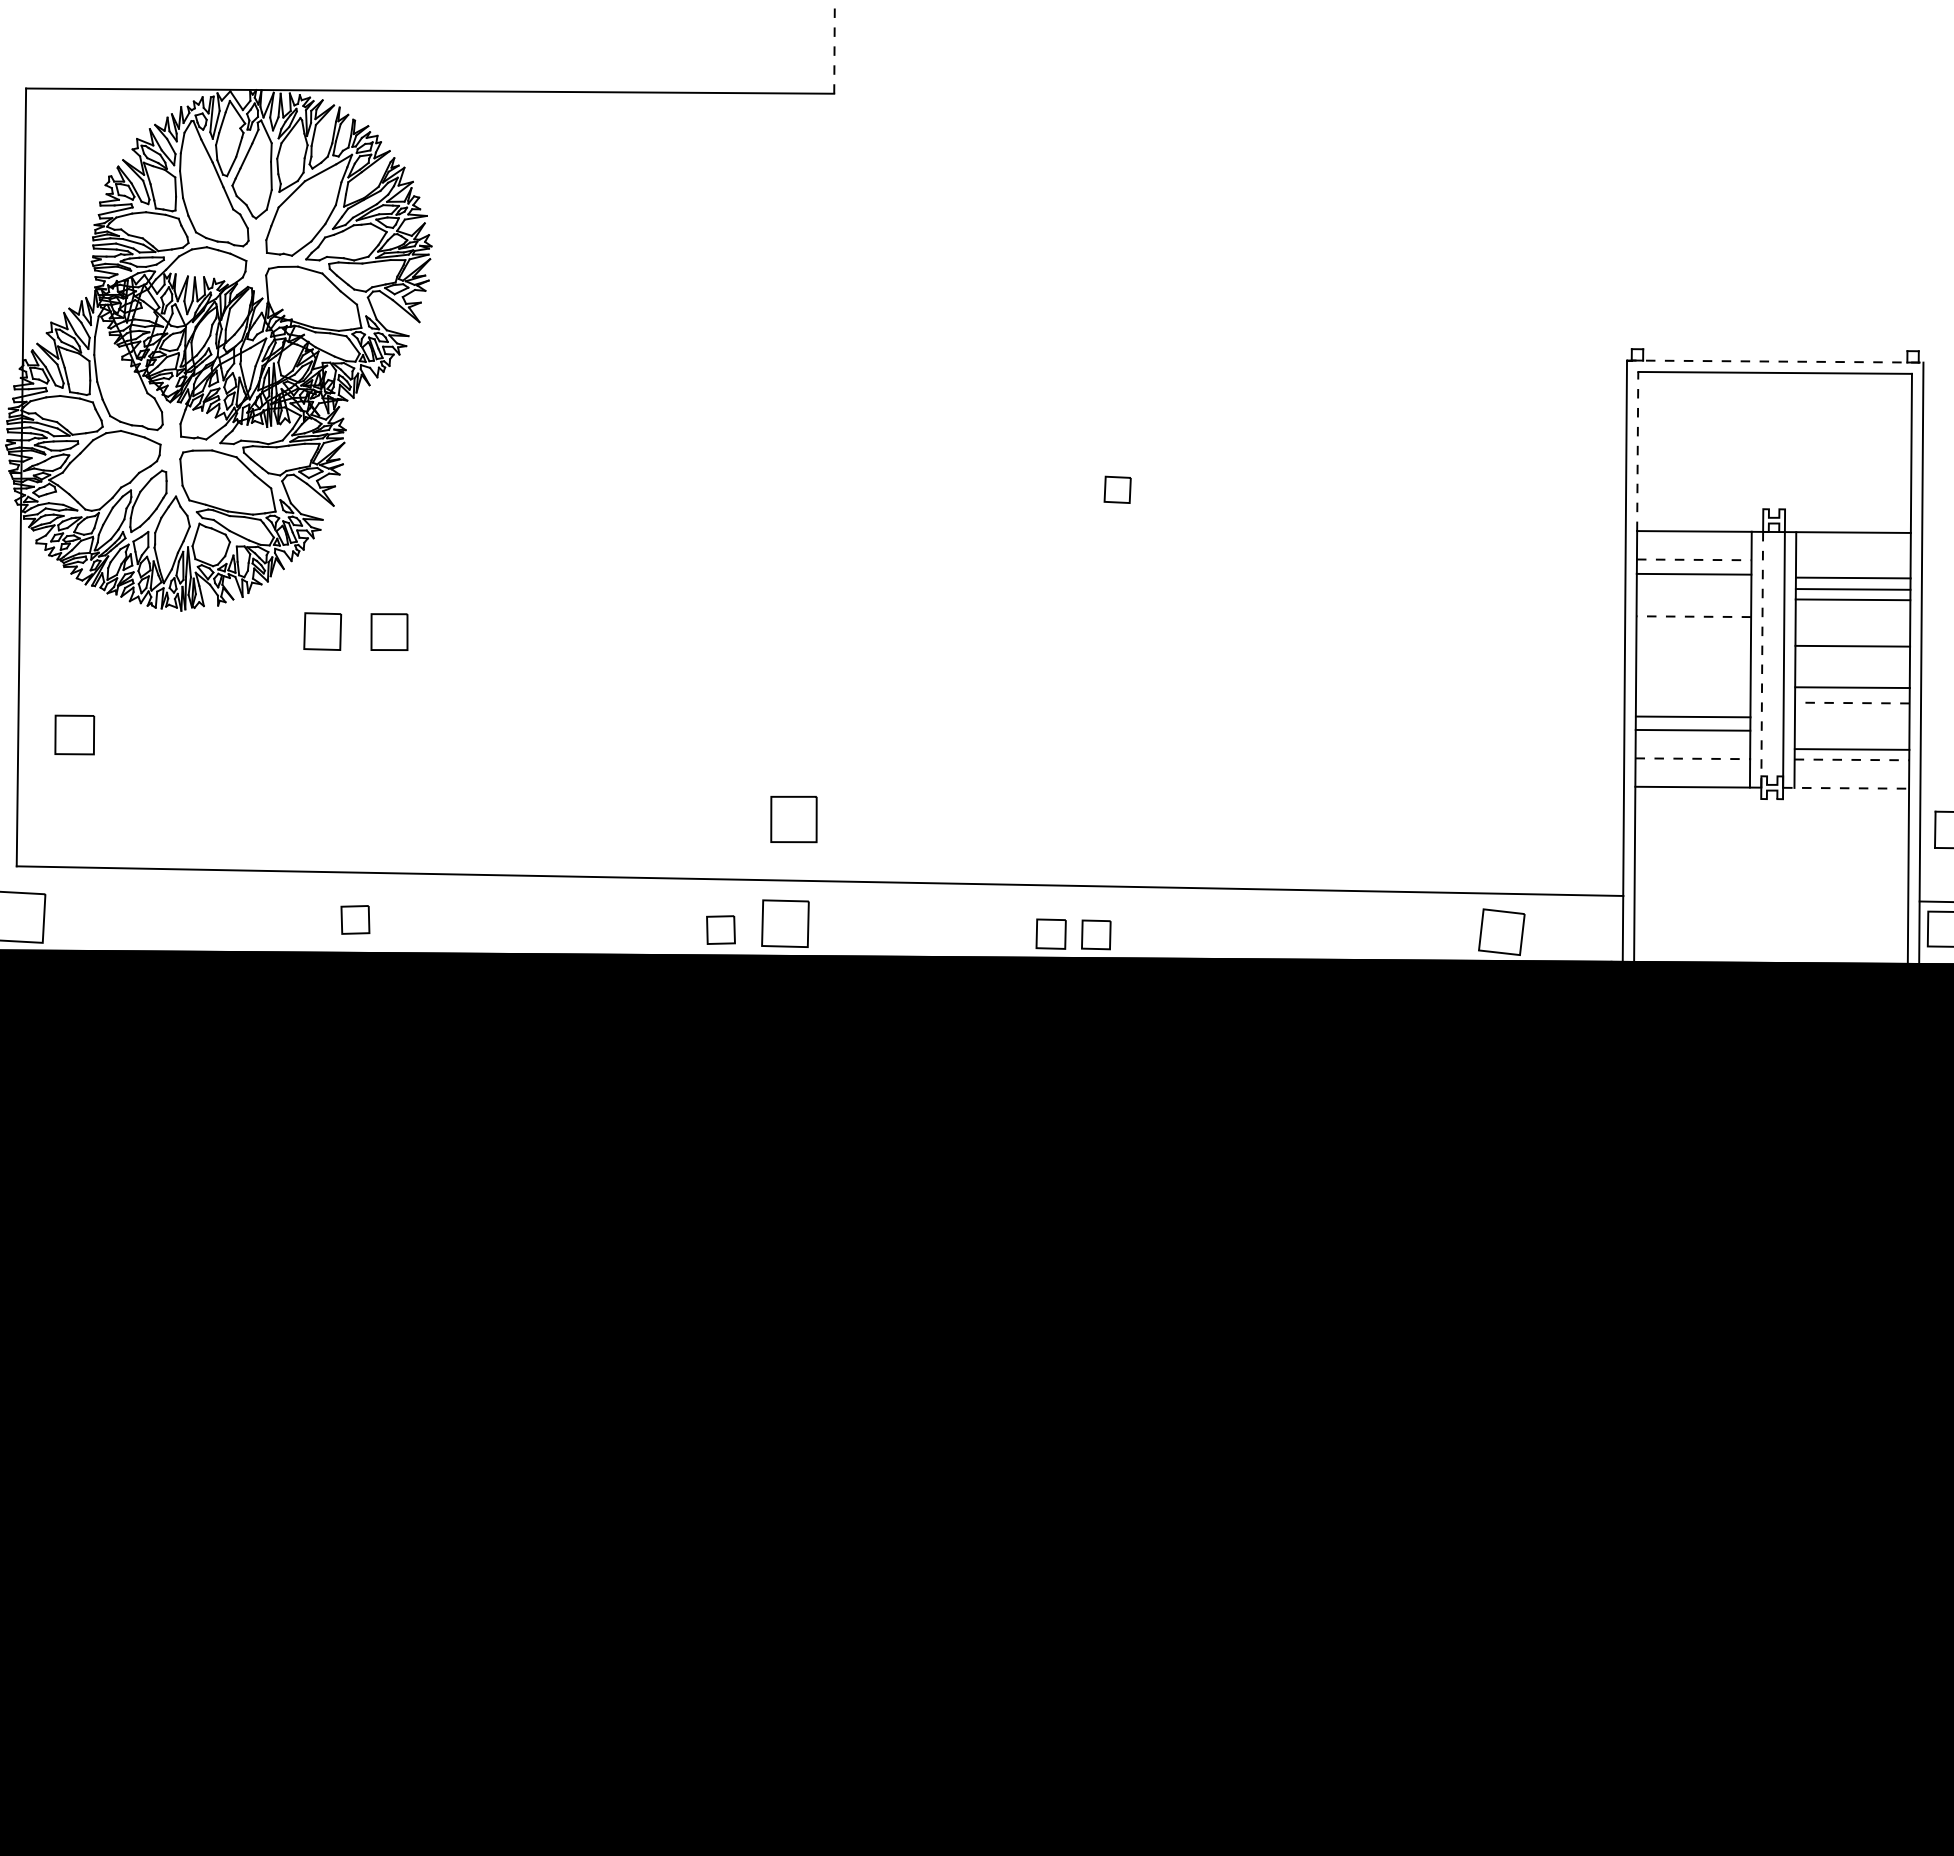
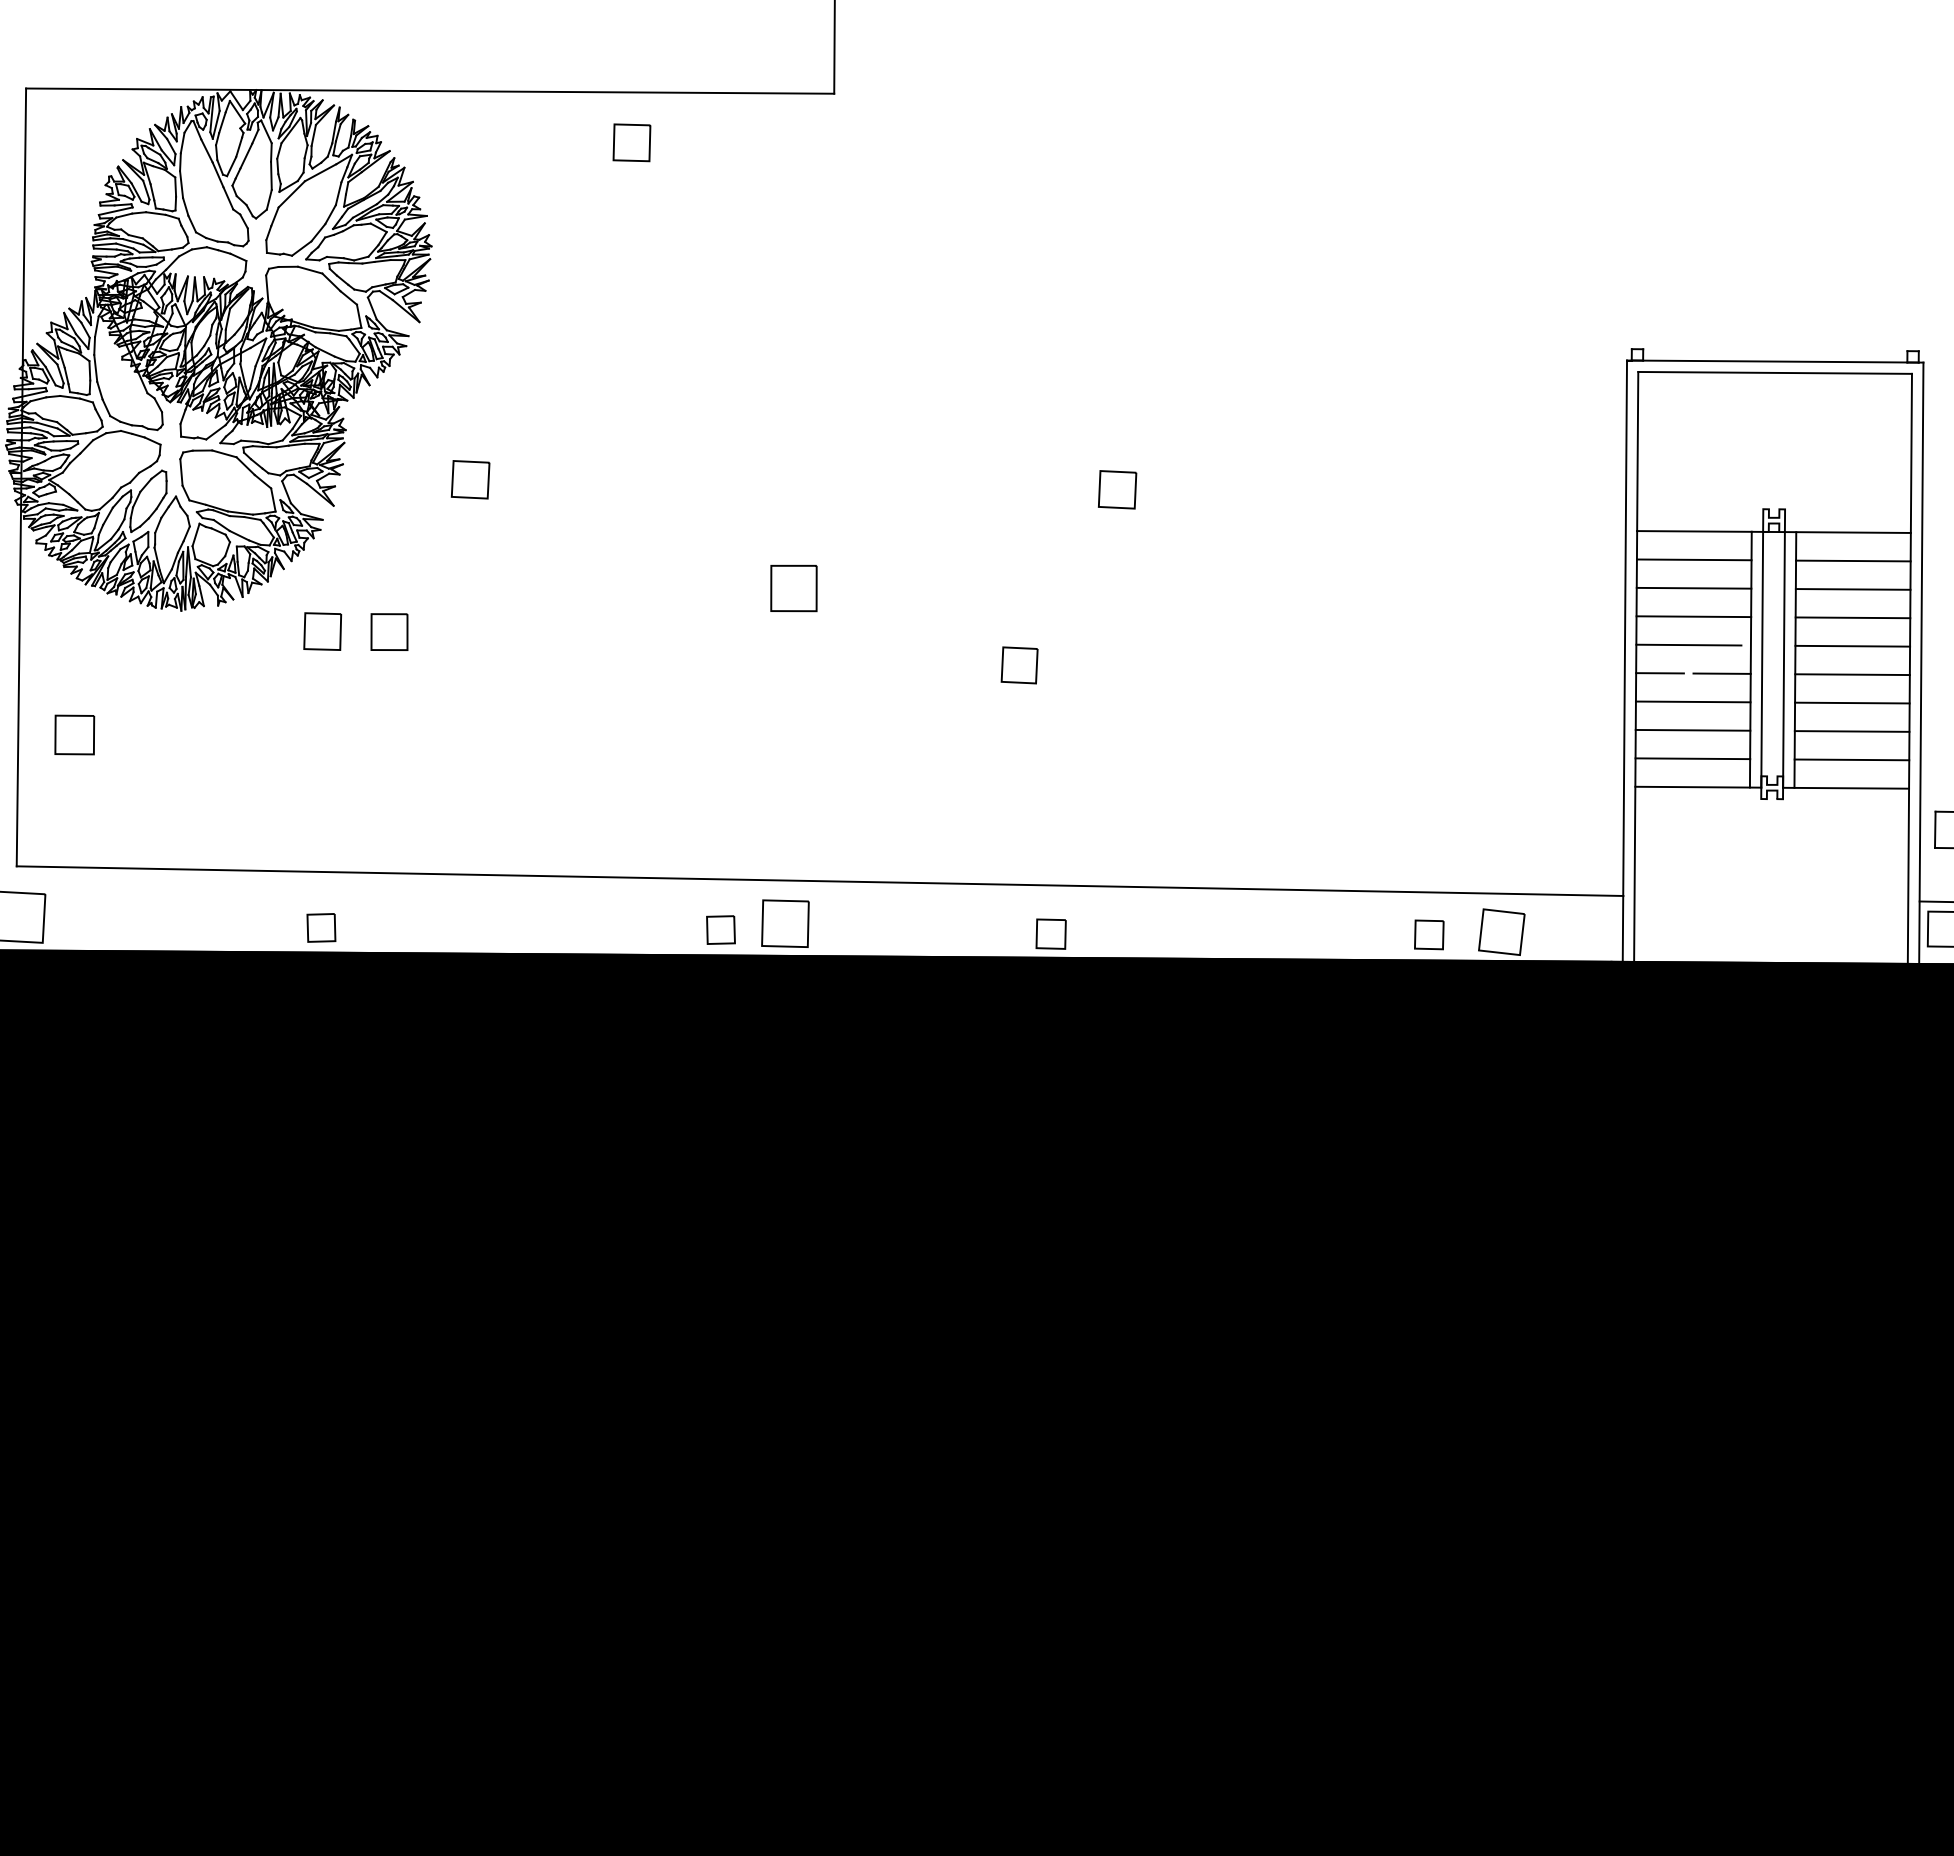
line at (834, 46): dashed -> solid
part at (631, 142): none -> present
line at (1775, 361): dashed -> solid
line at (1637, 451): dashed -> solid
part at (470, 479): none -> present
part at (1117, 489) size: 29x29 px -> 40x40 px
line at (1694, 559): dashed -> solid
line at (1693, 573) position: (1693, 573) -> (1693, 587)
line at (1853, 577) position: (1853, 577) -> (1853, 560)
line at (1852, 599) position: (1852, 599) -> (1852, 617)
line at (1693, 616): dashed -> solid
line at (1688, 644): none -> present
line at (1762, 659): dashed -> solid
part at (1019, 665): none -> present
line at (1659, 673): none -> present
line at (1721, 673): none -> present
line at (1852, 687) position: (1852, 687) -> (1852, 674)
line at (1851, 703): dashed -> solid
line at (1692, 716) position: (1692, 716) -> (1692, 701)
line at (1851, 749) position: (1851, 749) -> (1851, 731)
line at (1693, 758): dashed -> solid
line at (1852, 759): dashed -> solid
line at (1846, 788): dashed -> solid
part at (793, 819) position: (793, 819) -> (793, 588)
part at (355, 919) position: (355, 919) -> (321, 927)
part at (1096, 934) position: (1096, 934) -> (1429, 934)
